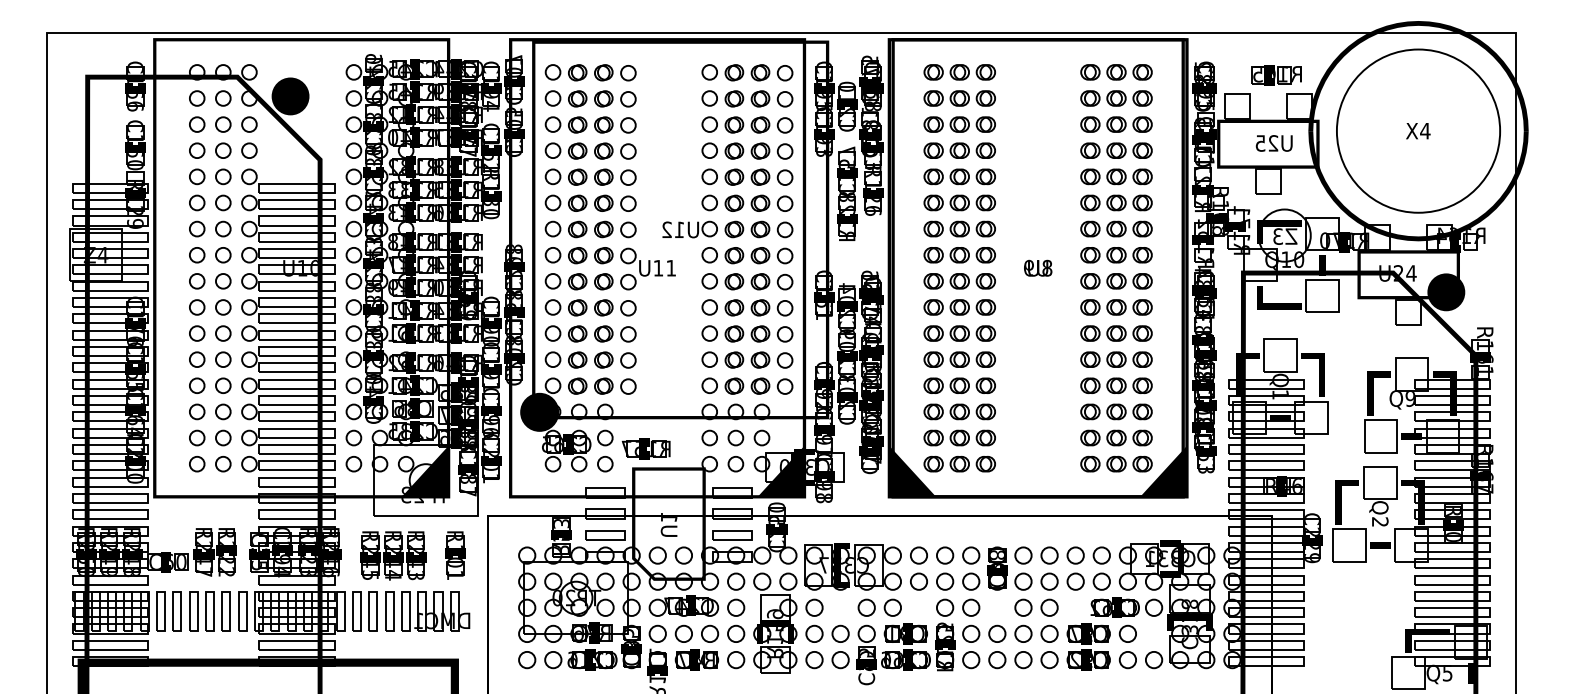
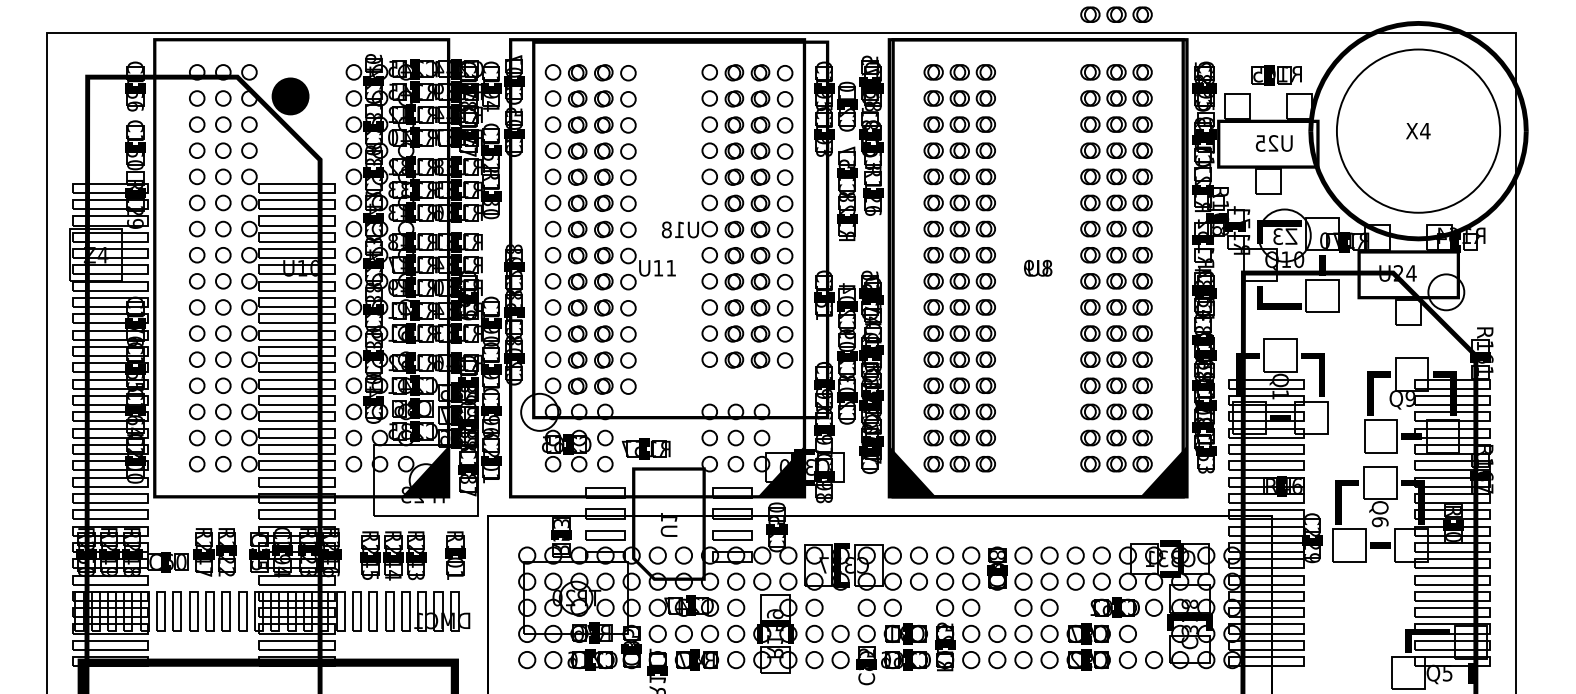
part at (1116, 14): none -> present
text at (666, 229): U12 -> U18
fill at (1446, 292): present -> none
part at (747, 385): present -> none
fill at (539, 411): present -> none
text at (1379, 522): Q2 -> Q6
